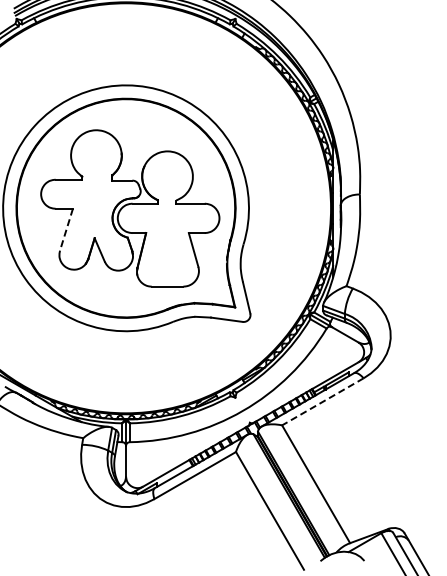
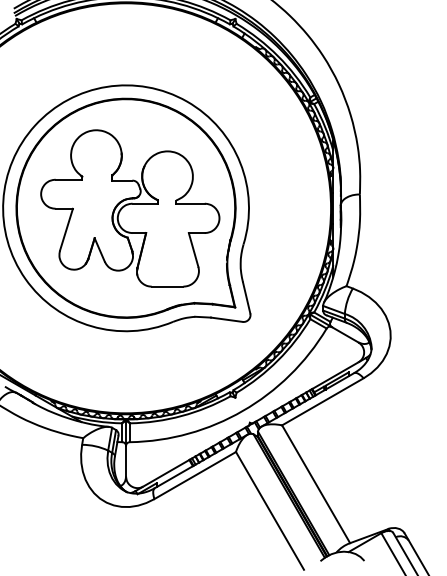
line at (66, 229): dashed -> solid
line at (322, 402): dashed -> solid
